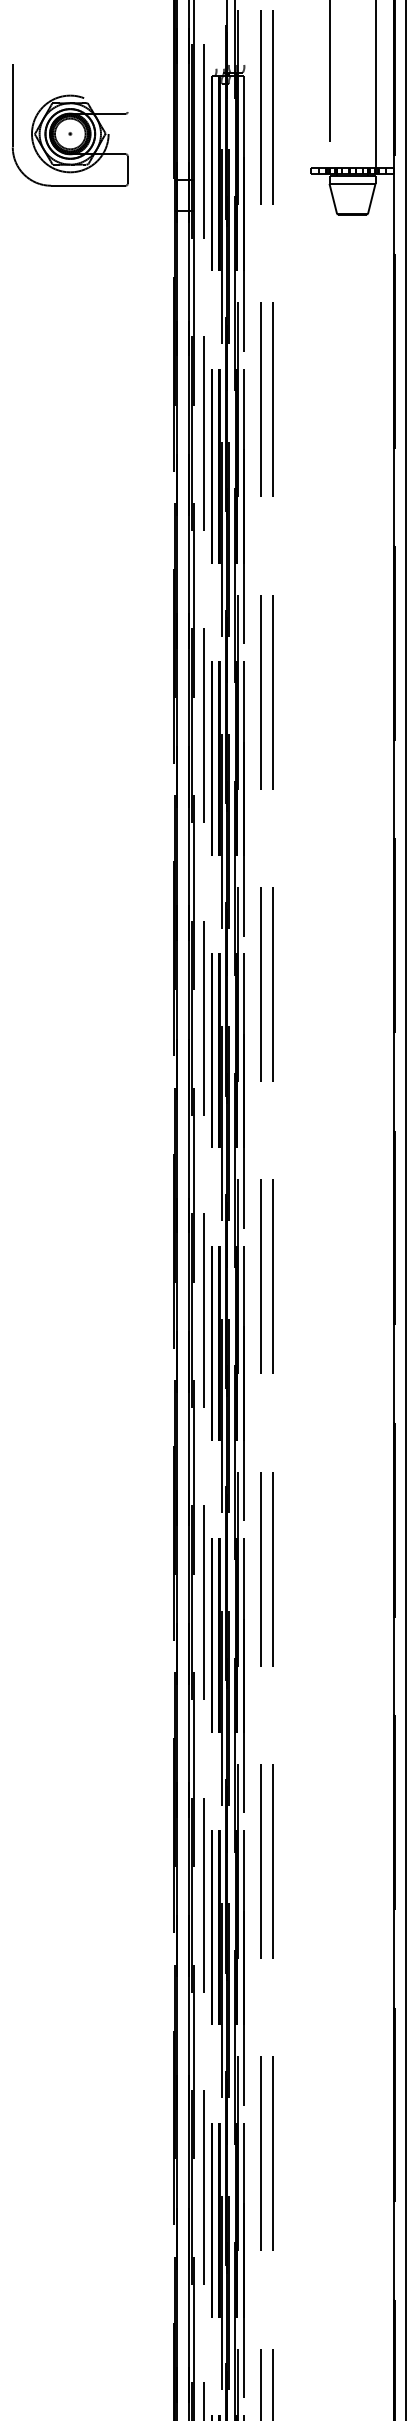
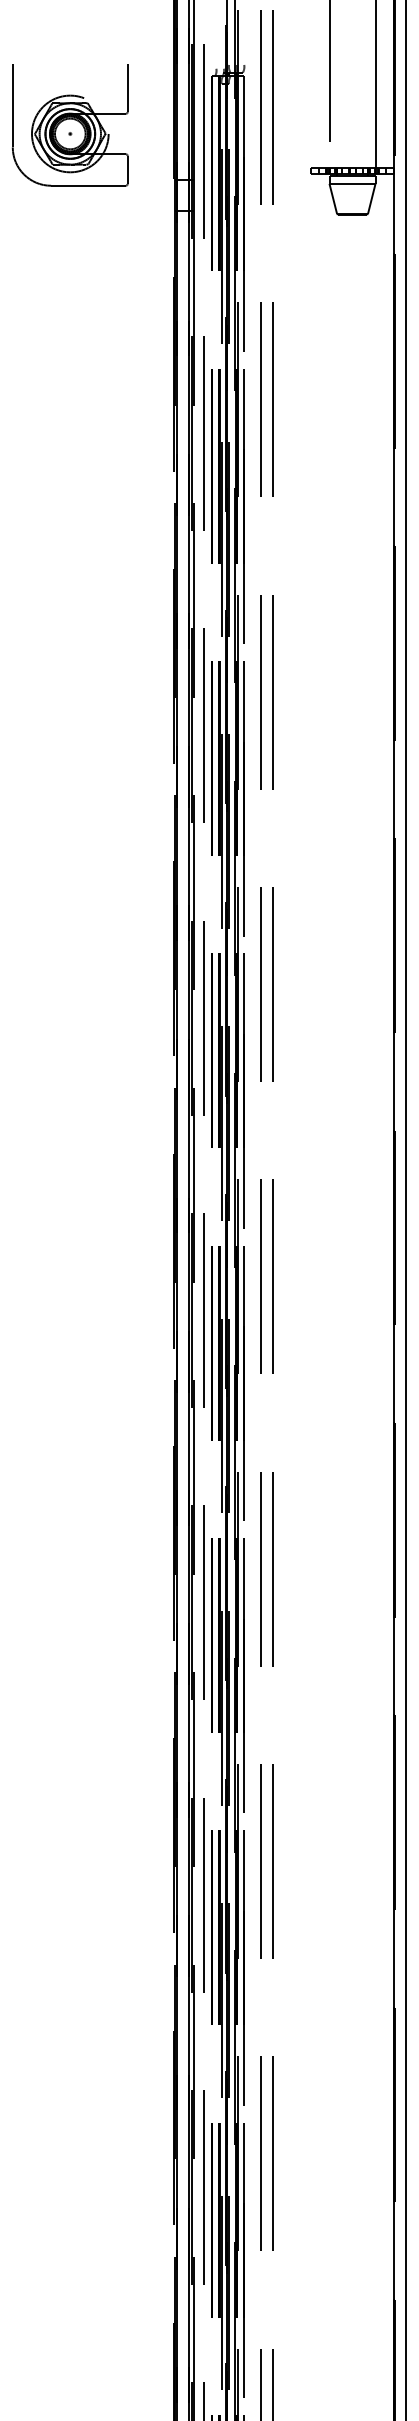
line at (127, 87): none -> present
